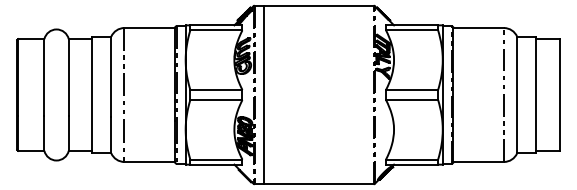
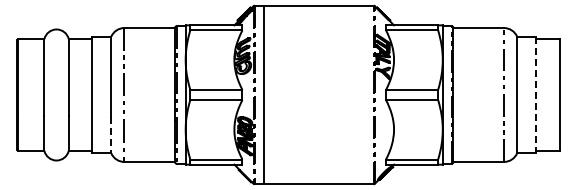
line at (536, 95): solid -> dashed
line at (111, 135): solid -> dashed
